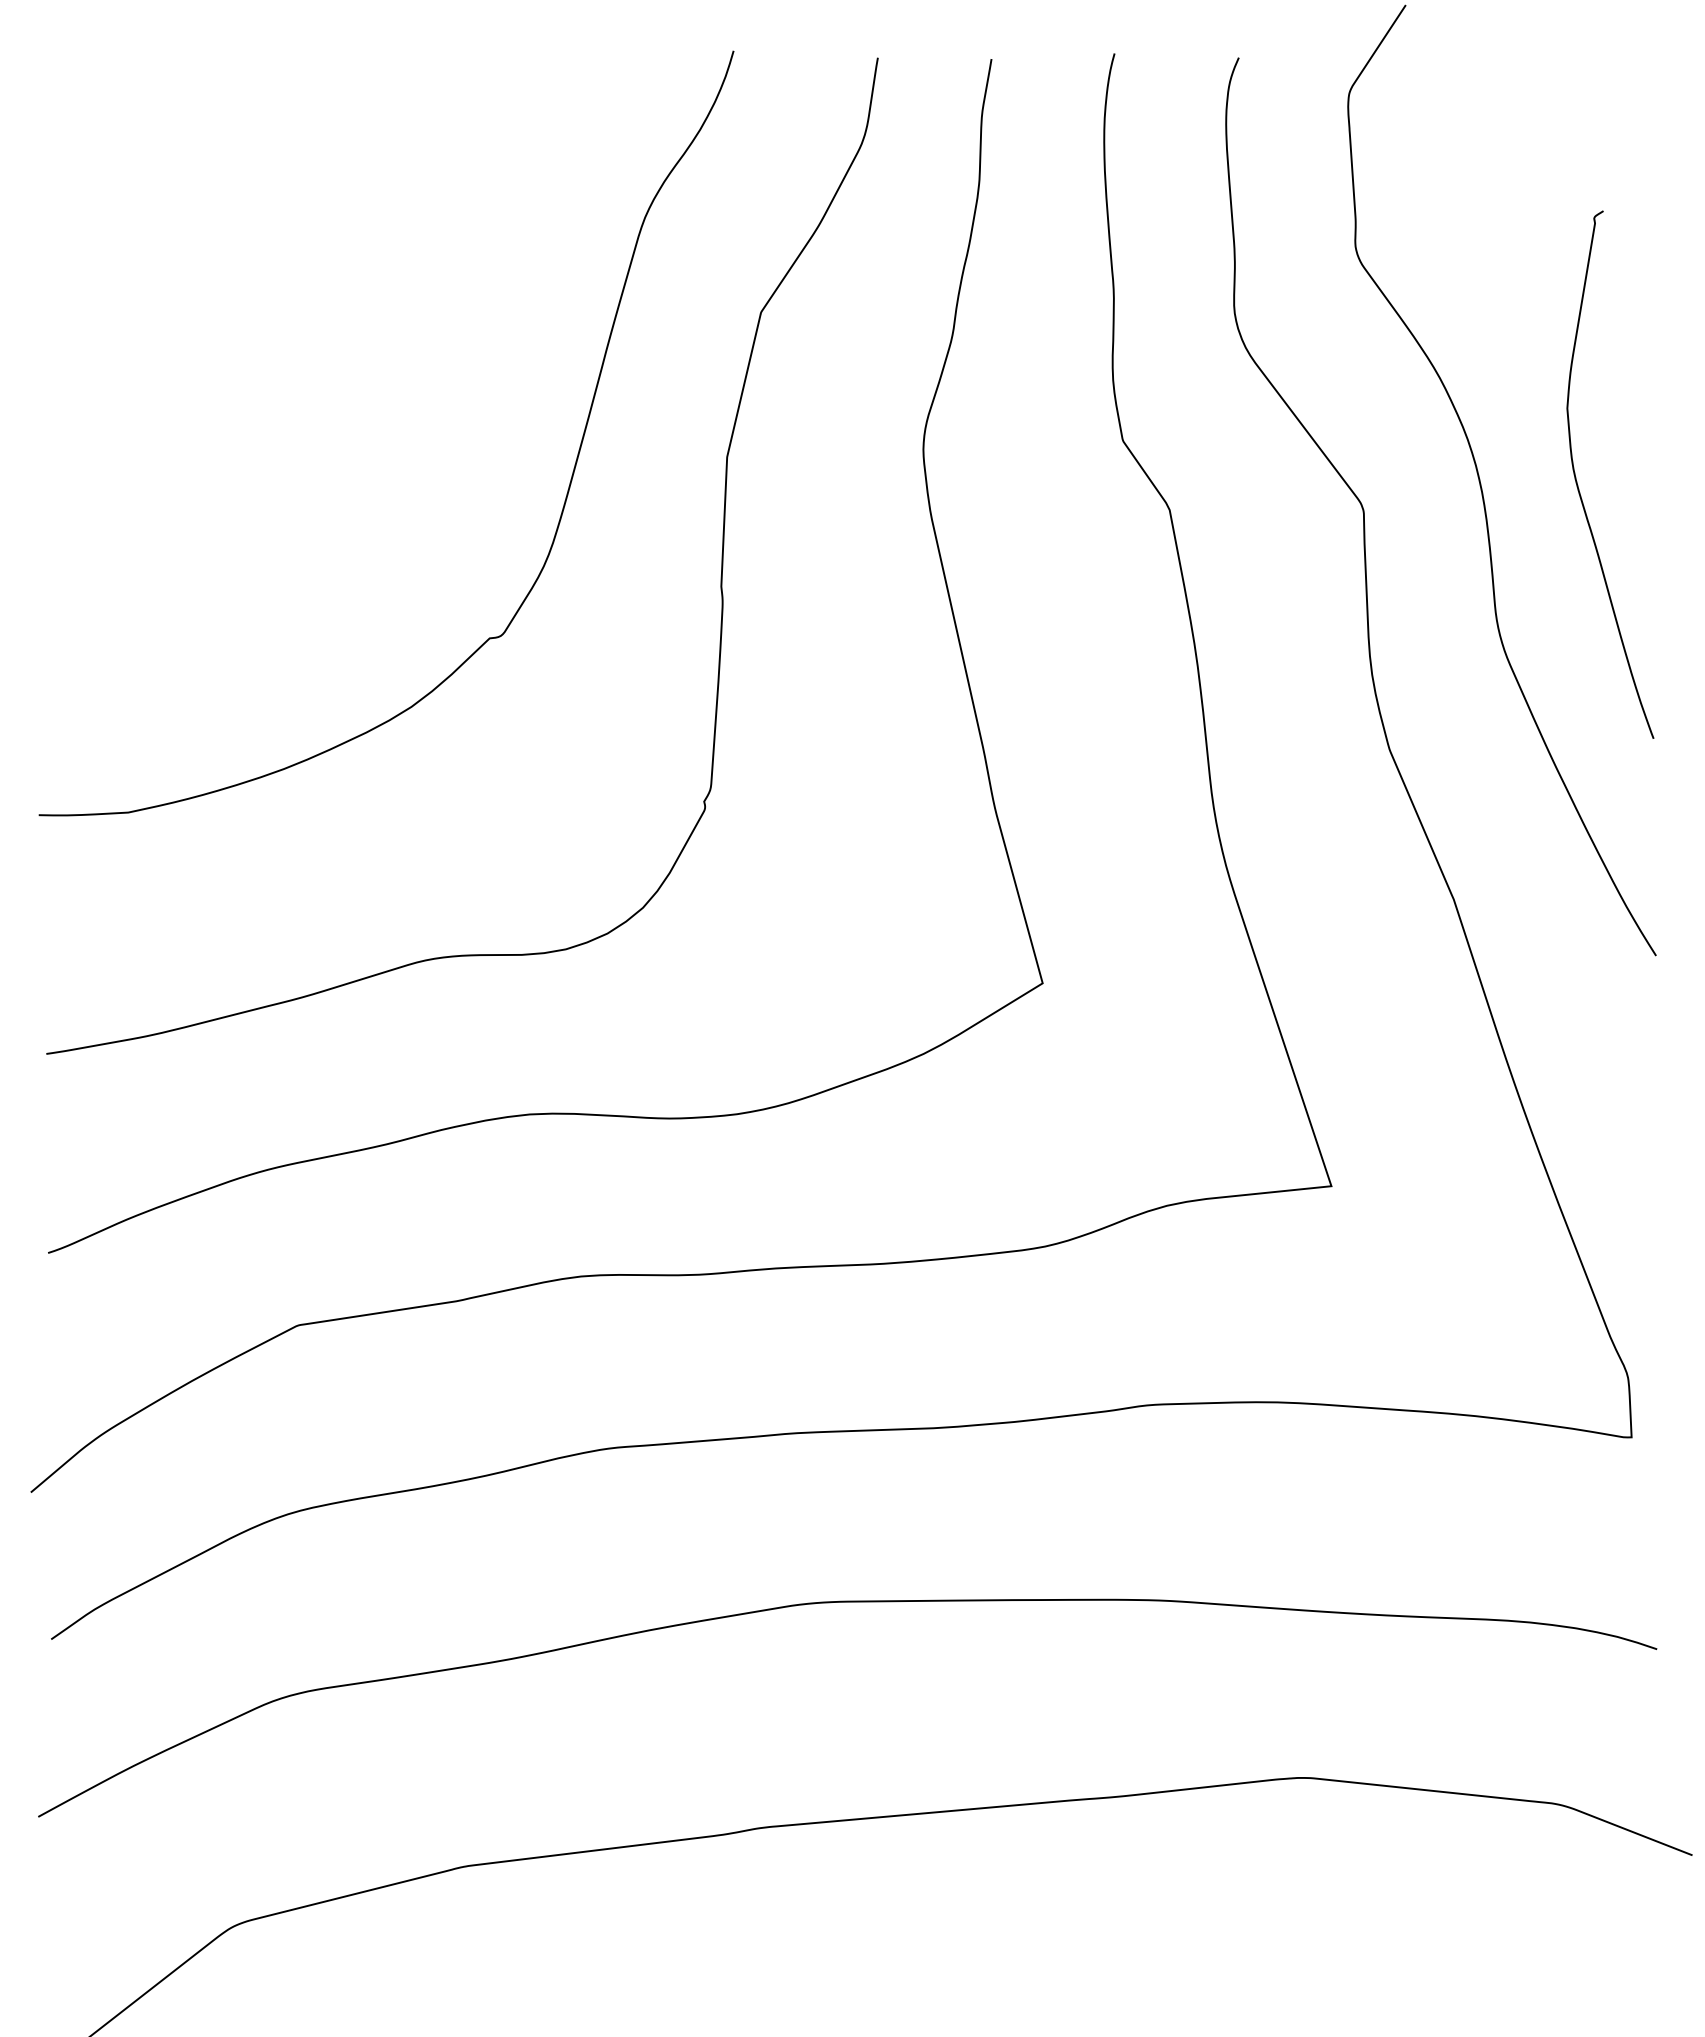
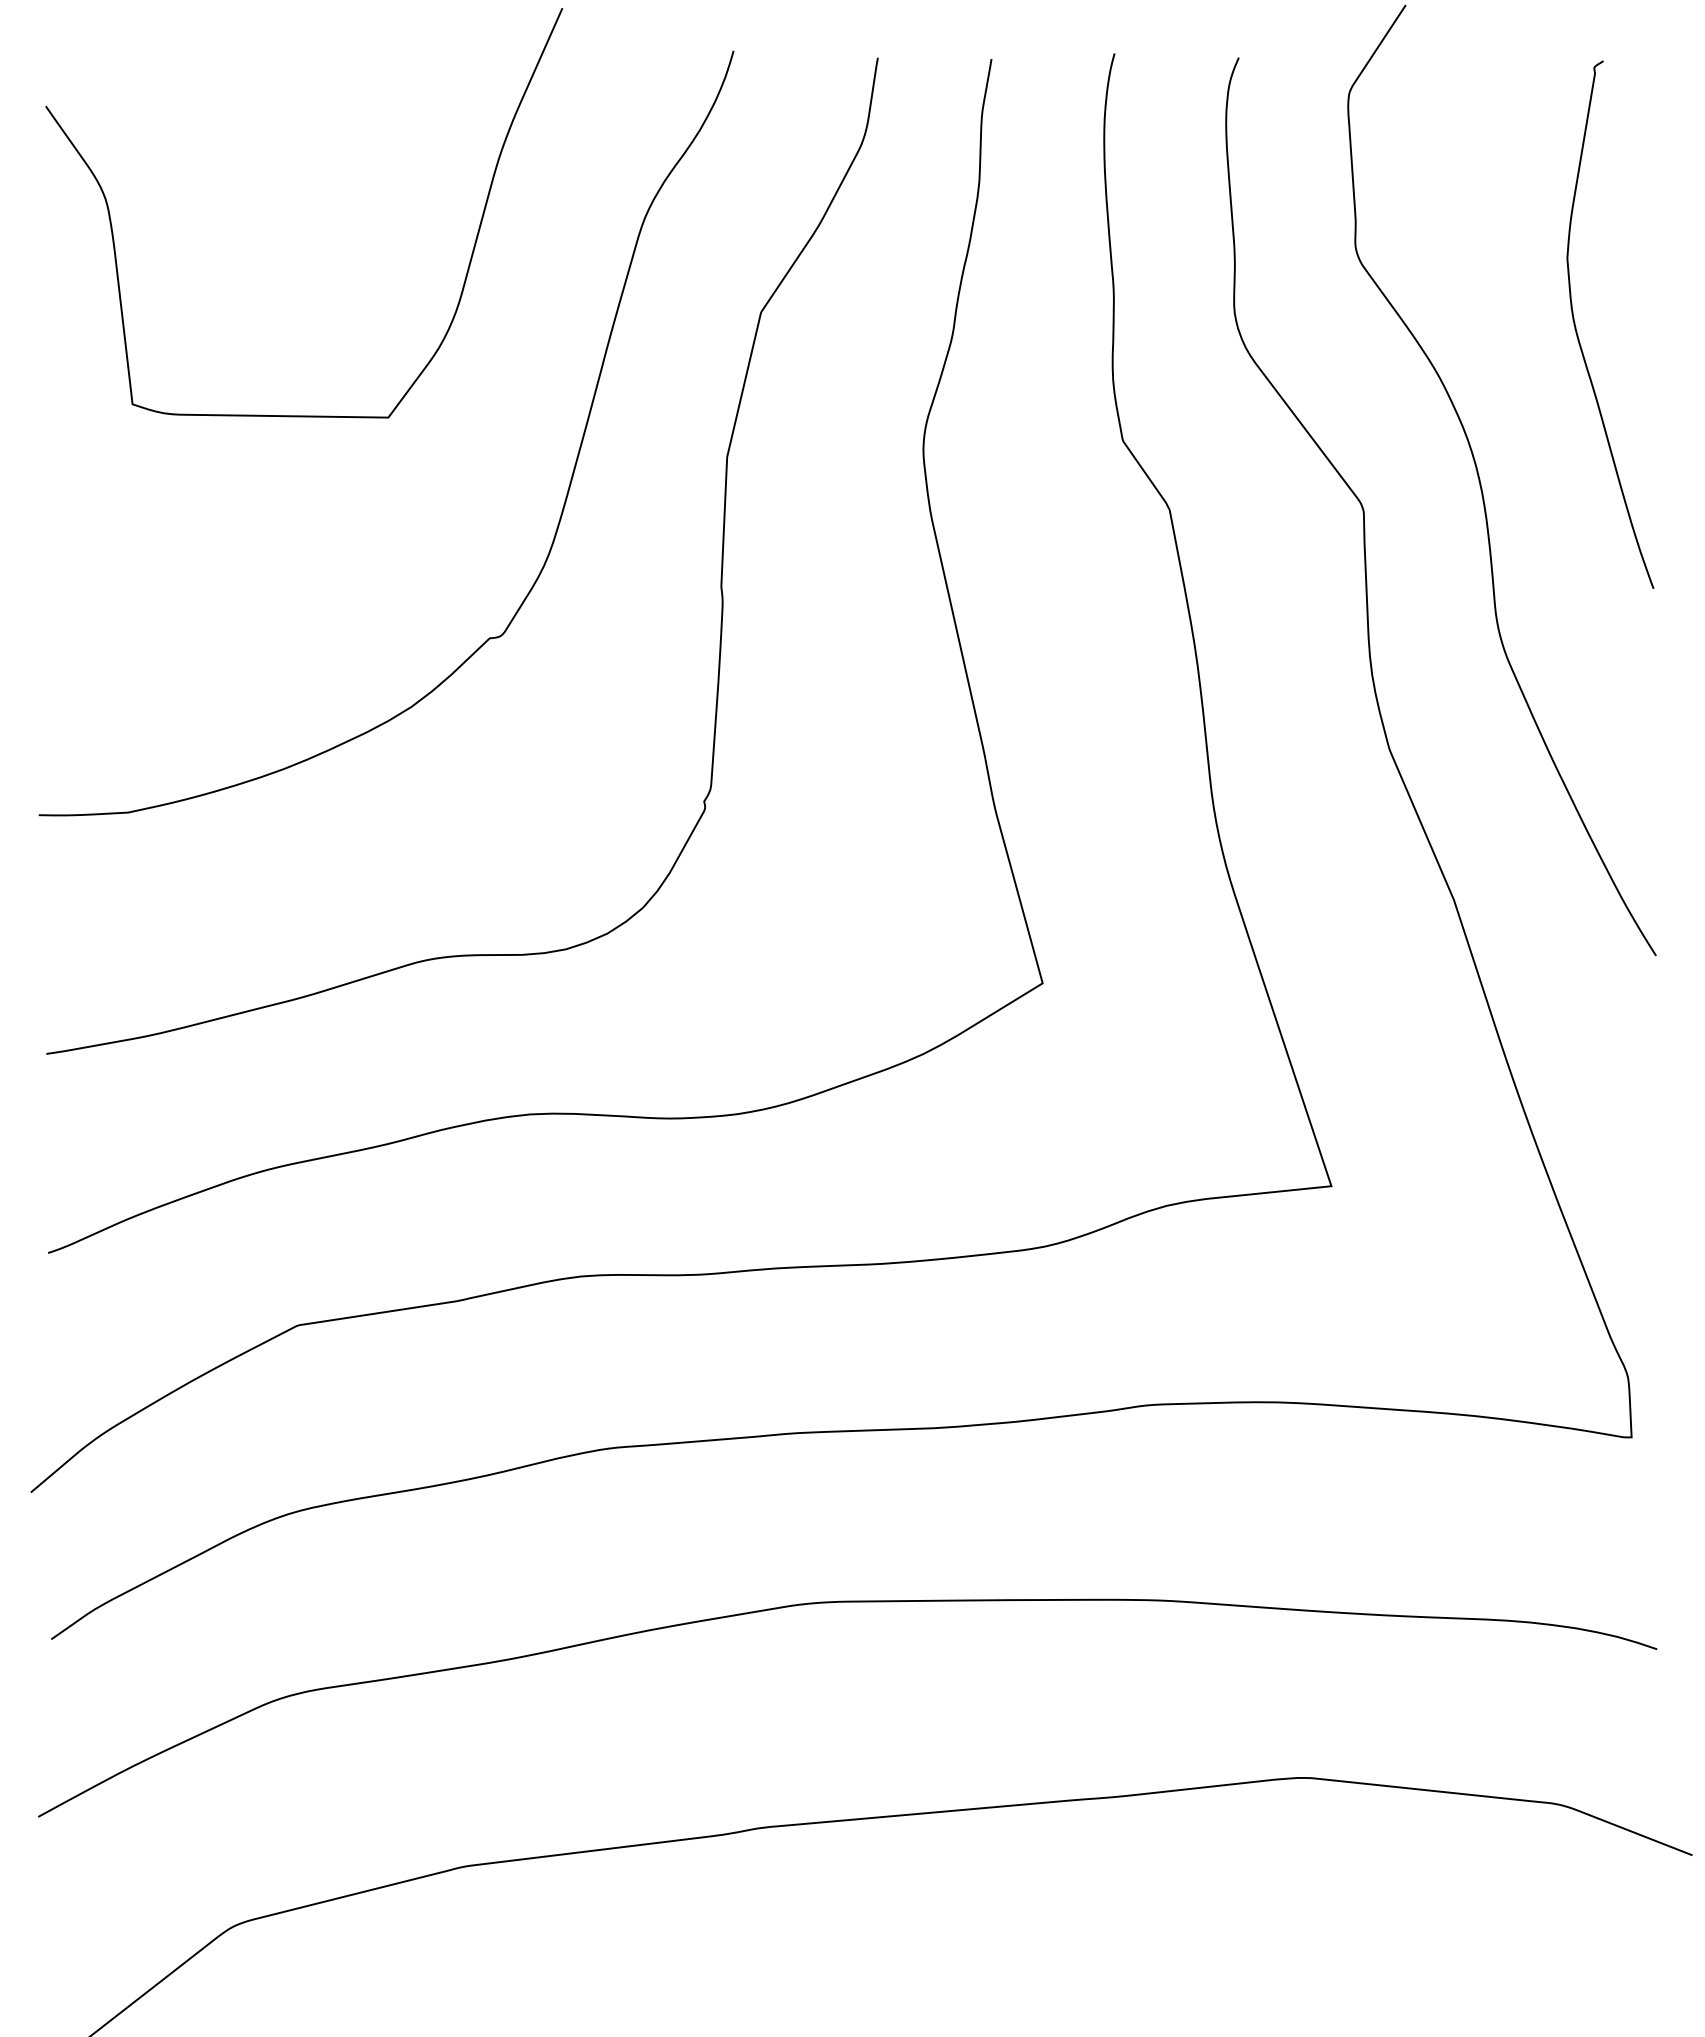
curve at (469, 260): none -> present
curve at (1577, 481) position: (1577, 481) -> (1577, 331)
